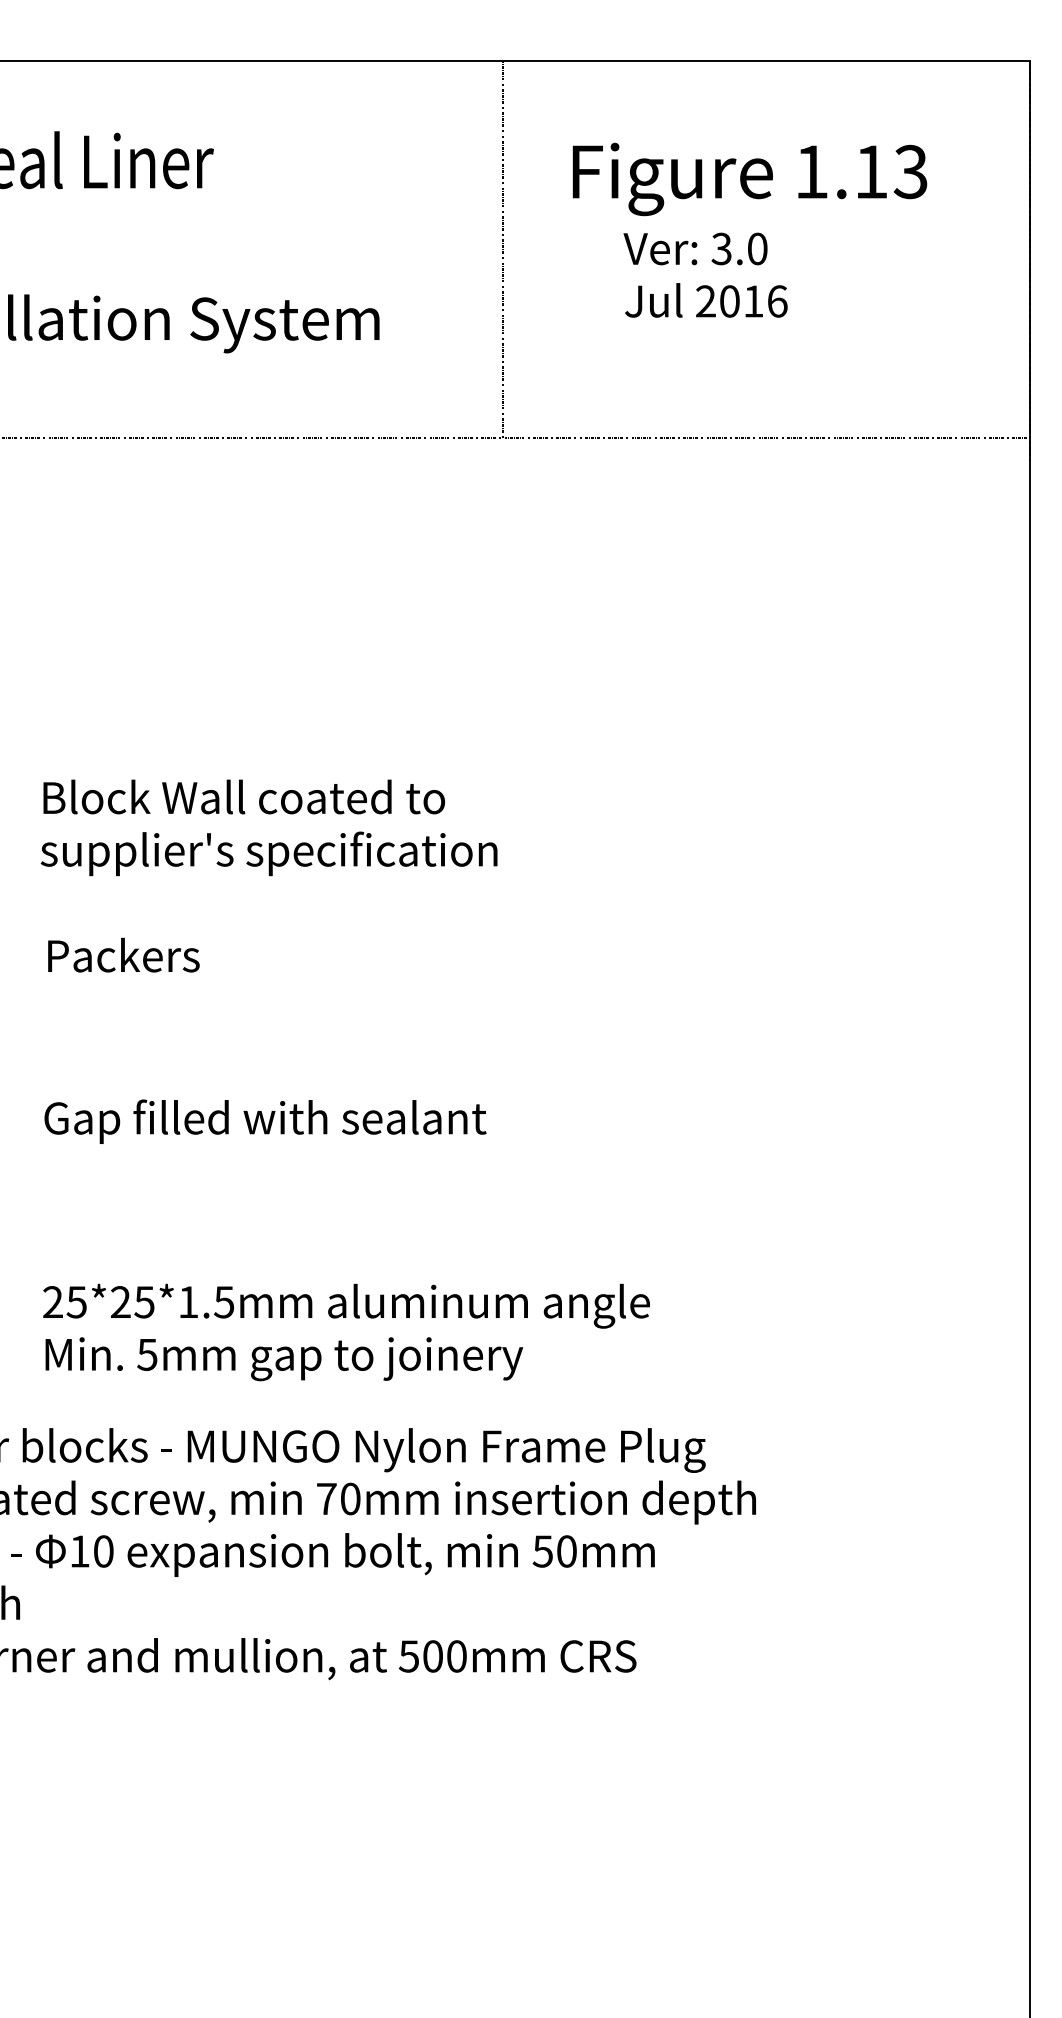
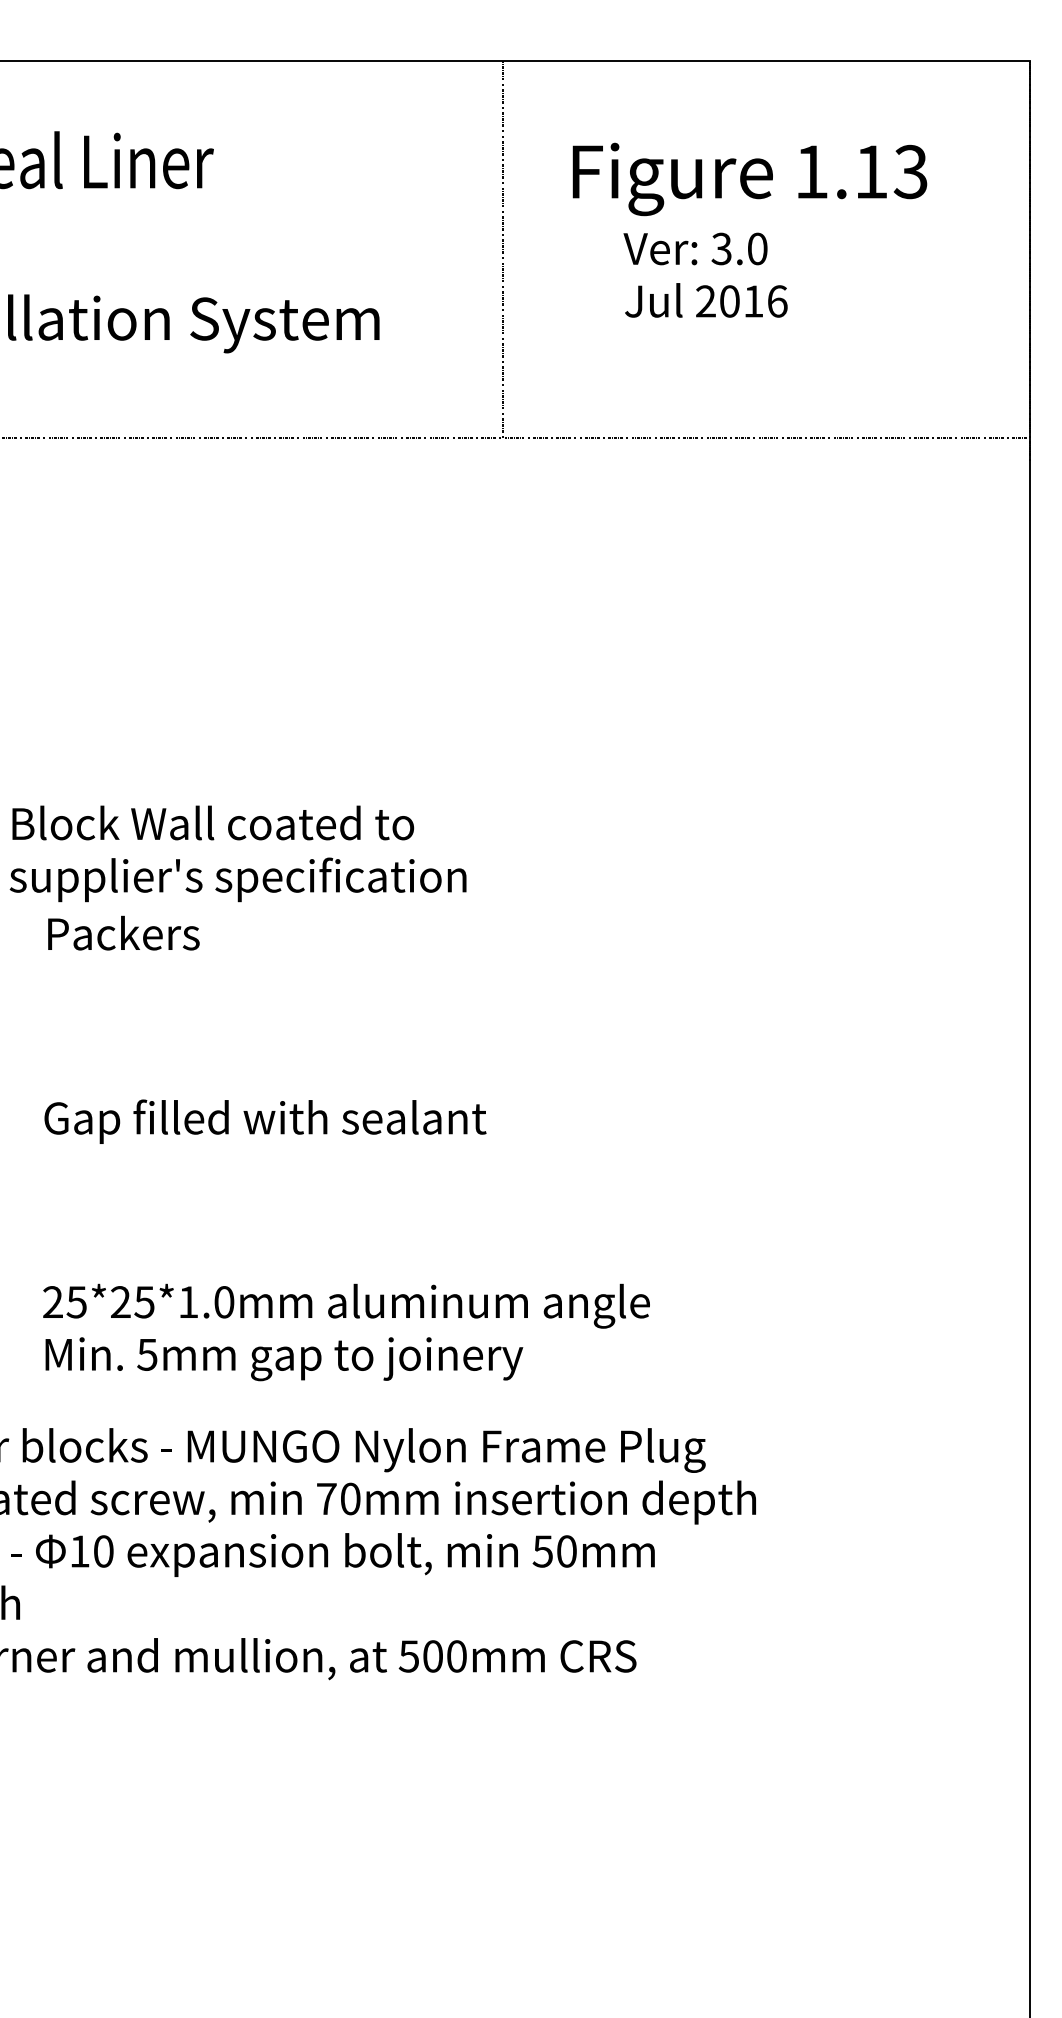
text at (268, 827) position: (268, 827) -> (237, 853)
text at (123, 954) position: (123, 954) -> (123, 932)
text at (224, 1302): 25*25*1.5mm -> 25*25*1.0mm
